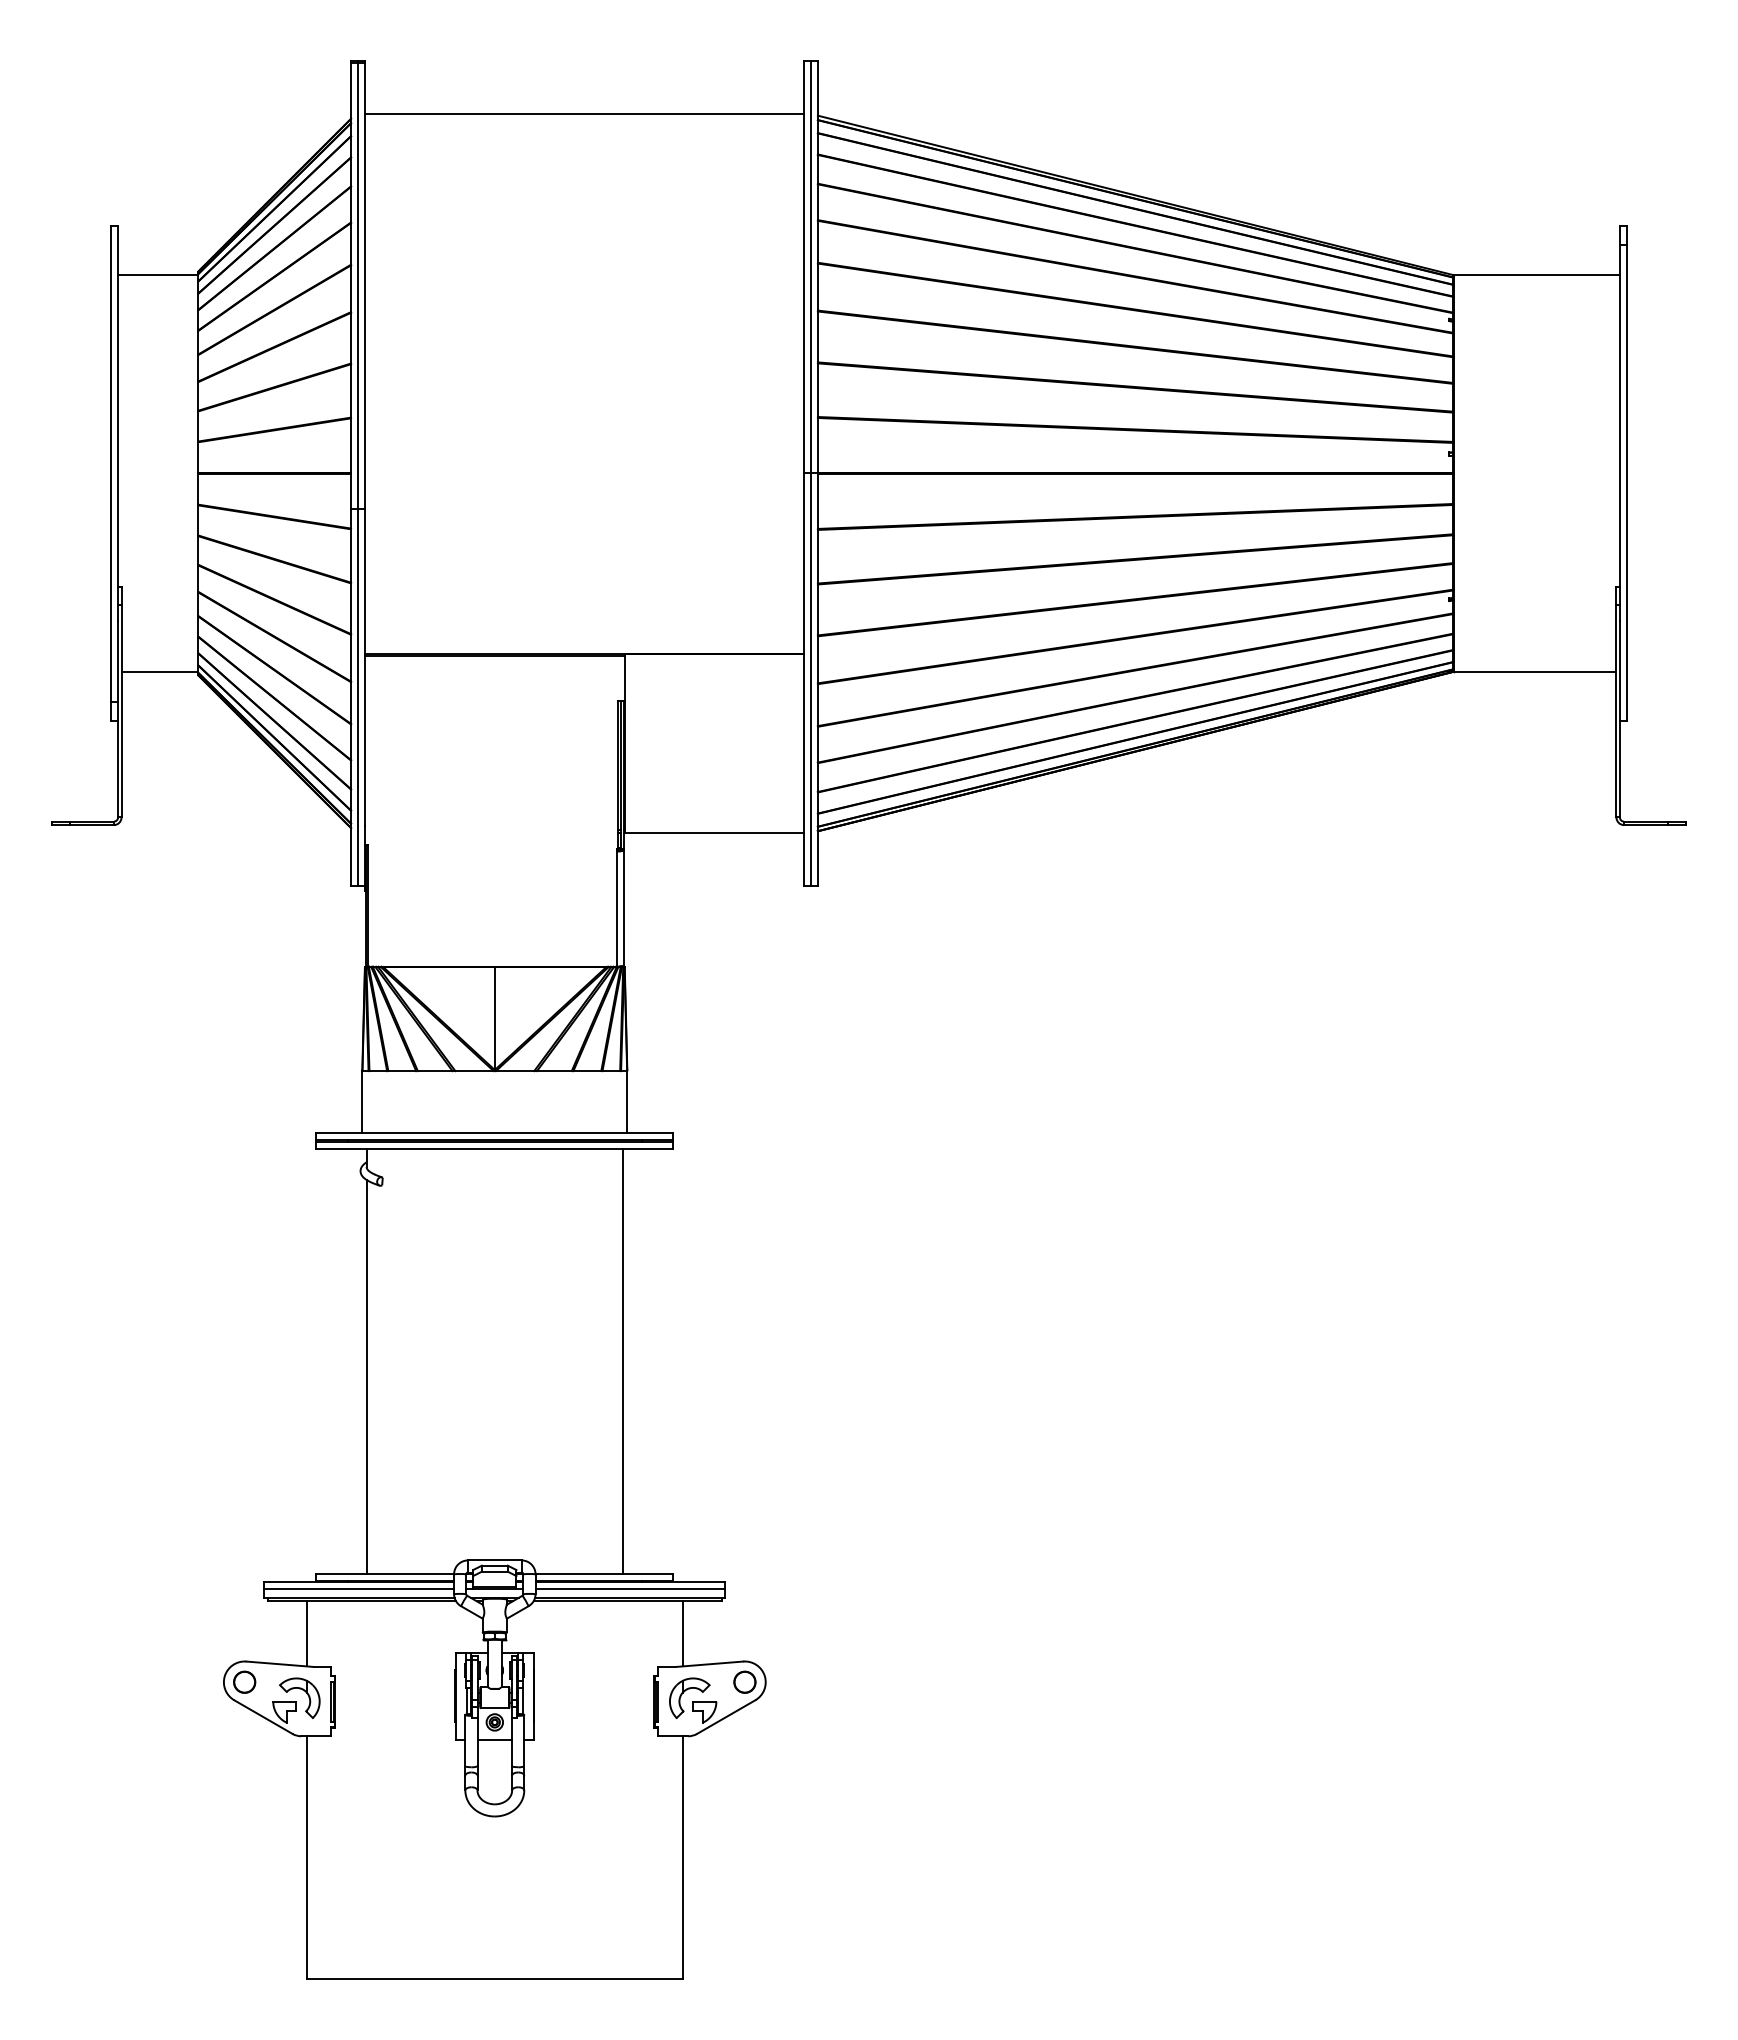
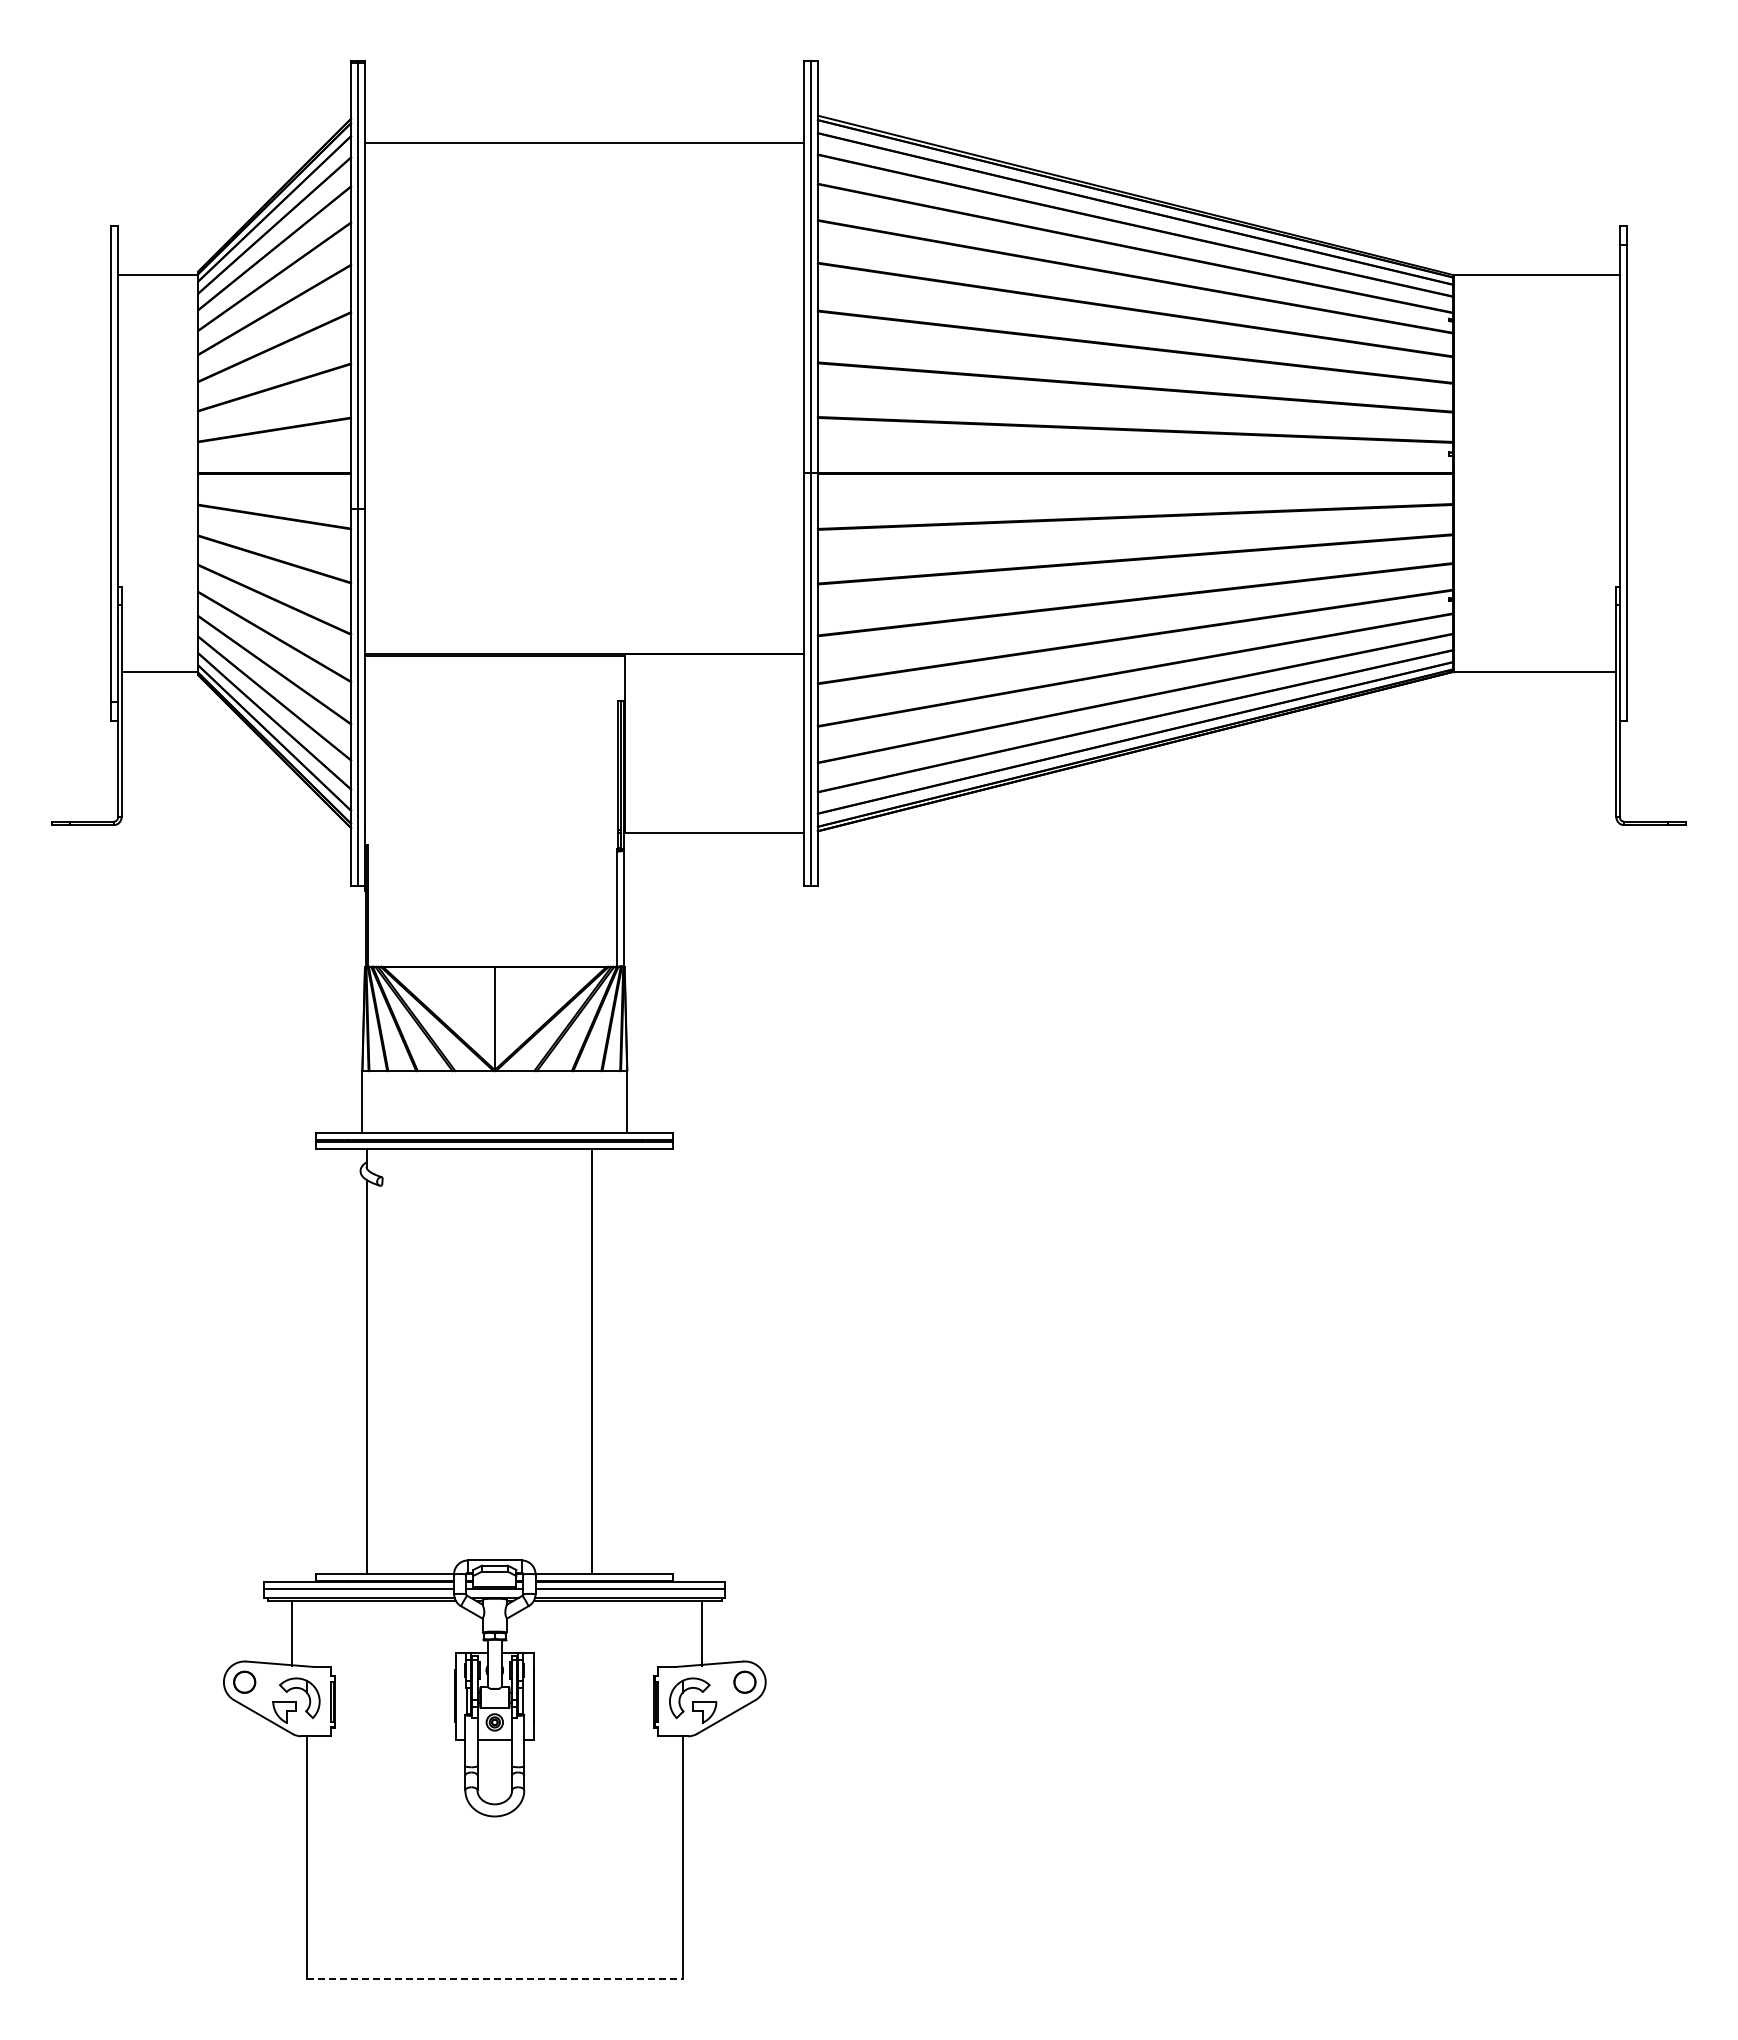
line at (584, 114) position: (584, 114) -> (584, 143)
line at (623, 1360) position: (623, 1360) -> (592, 1360)
line at (306, 1633) position: (306, 1633) -> (291, 1633)
line at (682, 1633) position: (682, 1633) -> (701, 1633)
line at (494, 1978): solid -> dashed
